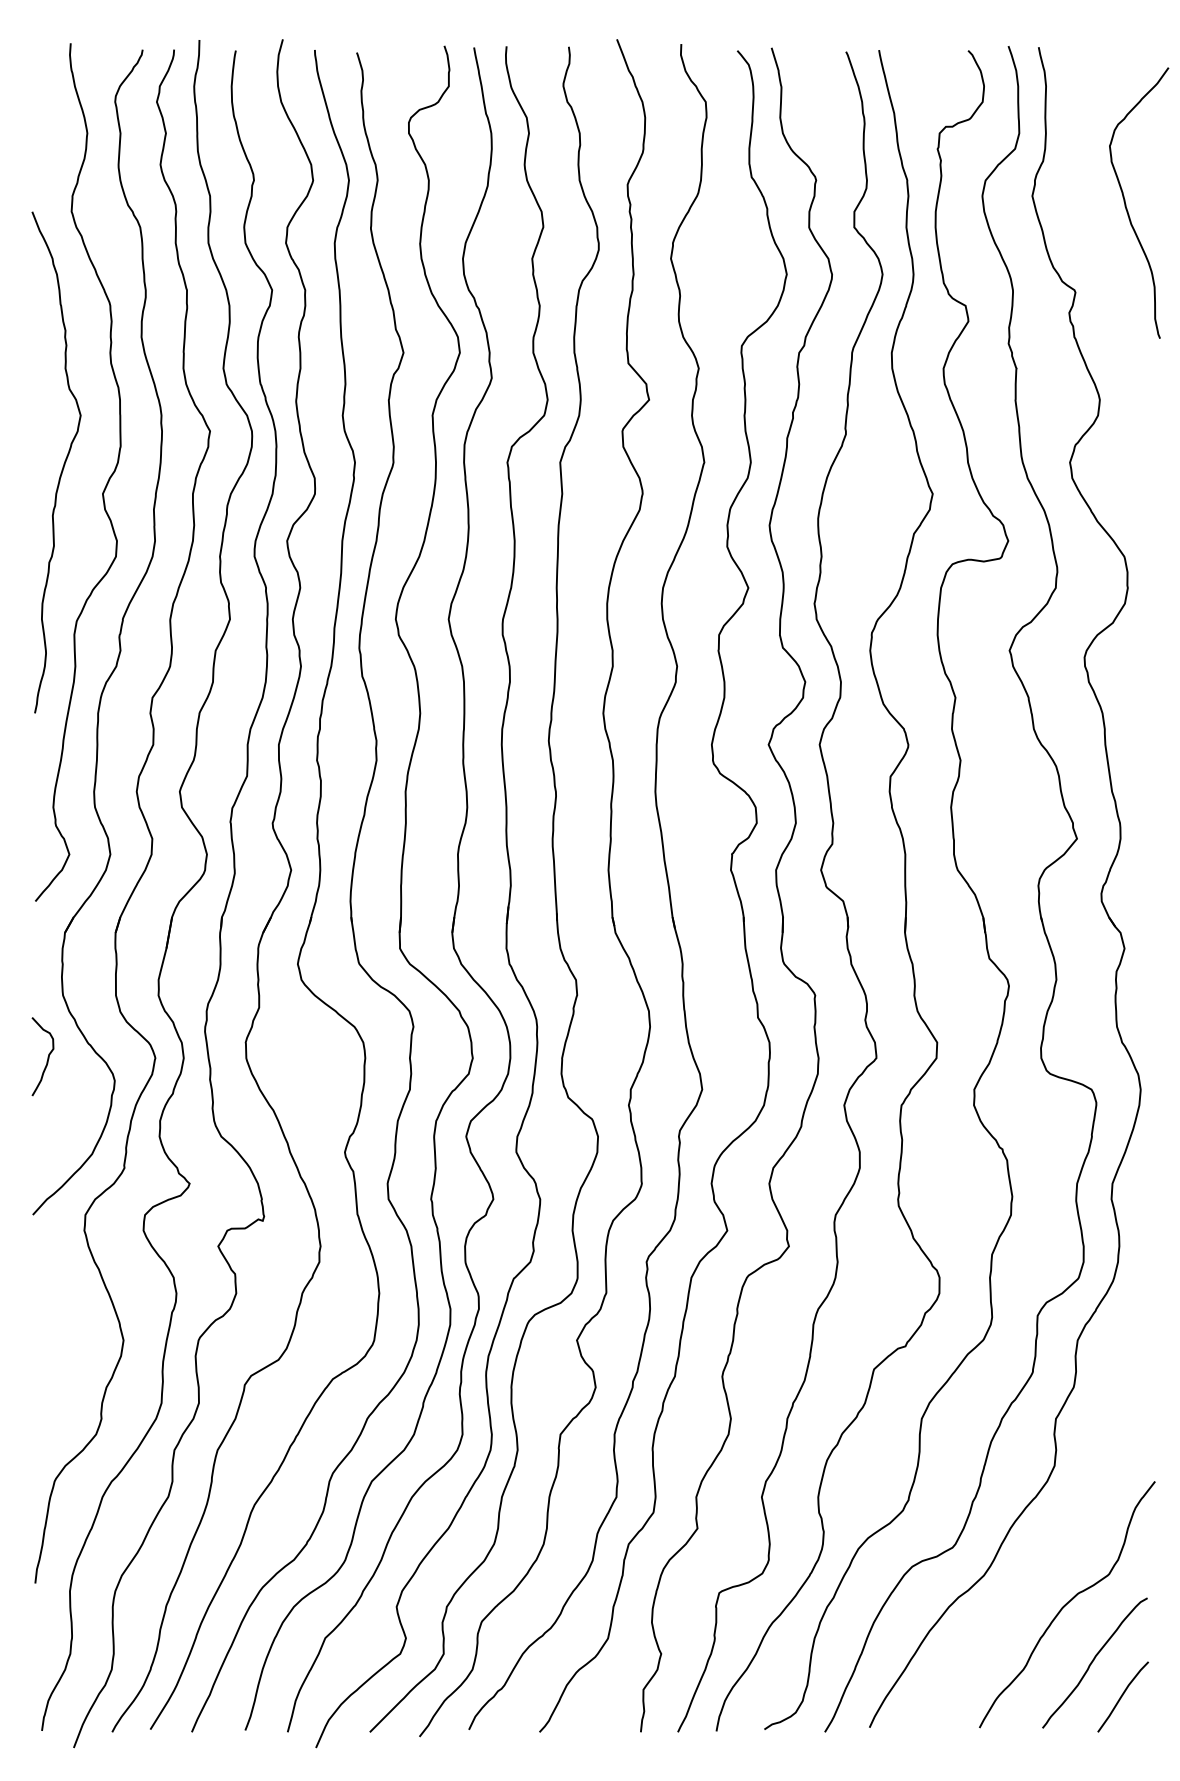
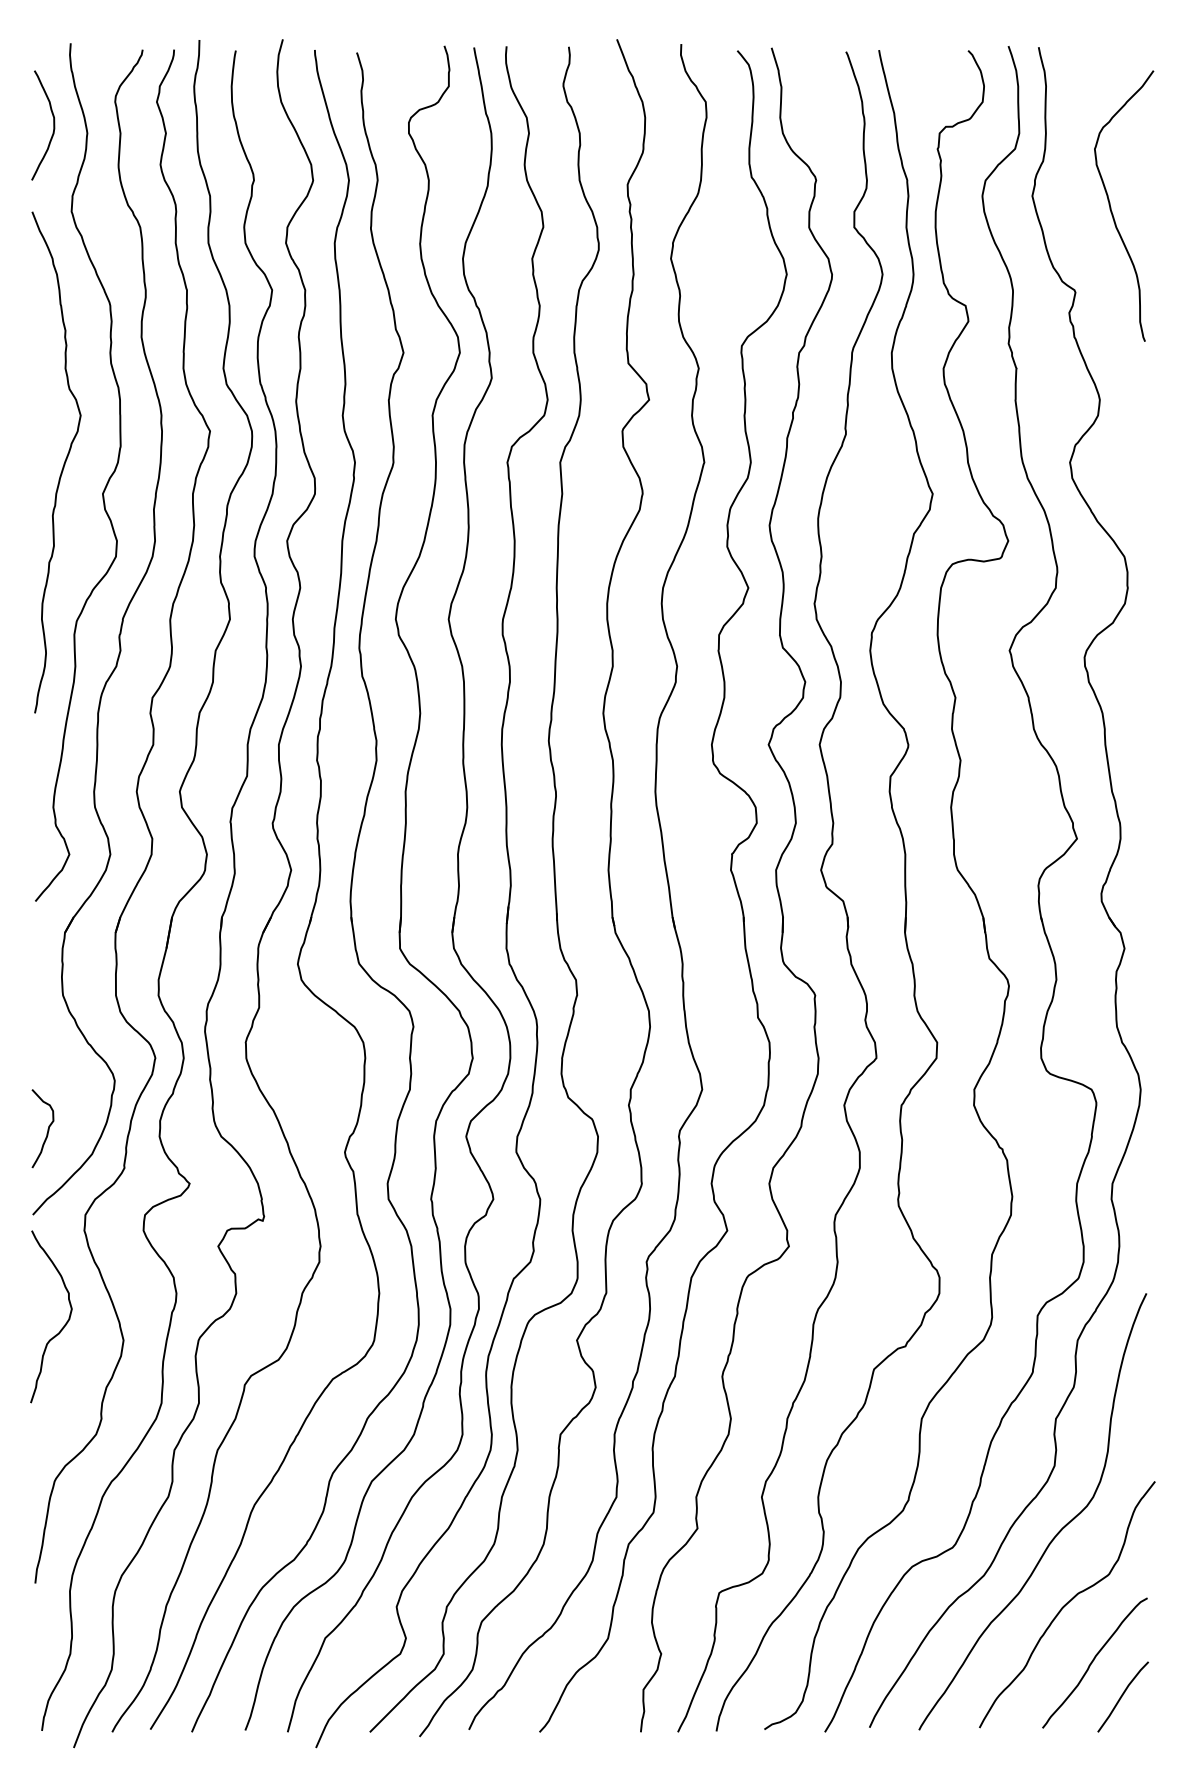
curve at (53, 125): none -> present
curve at (1126, 204) position: (1126, 204) -> (1111, 207)
curve at (47, 1056) position: (47, 1056) -> (47, 1128)
curve at (63, 1325): none -> present
curve at (1056, 1533): none -> present
